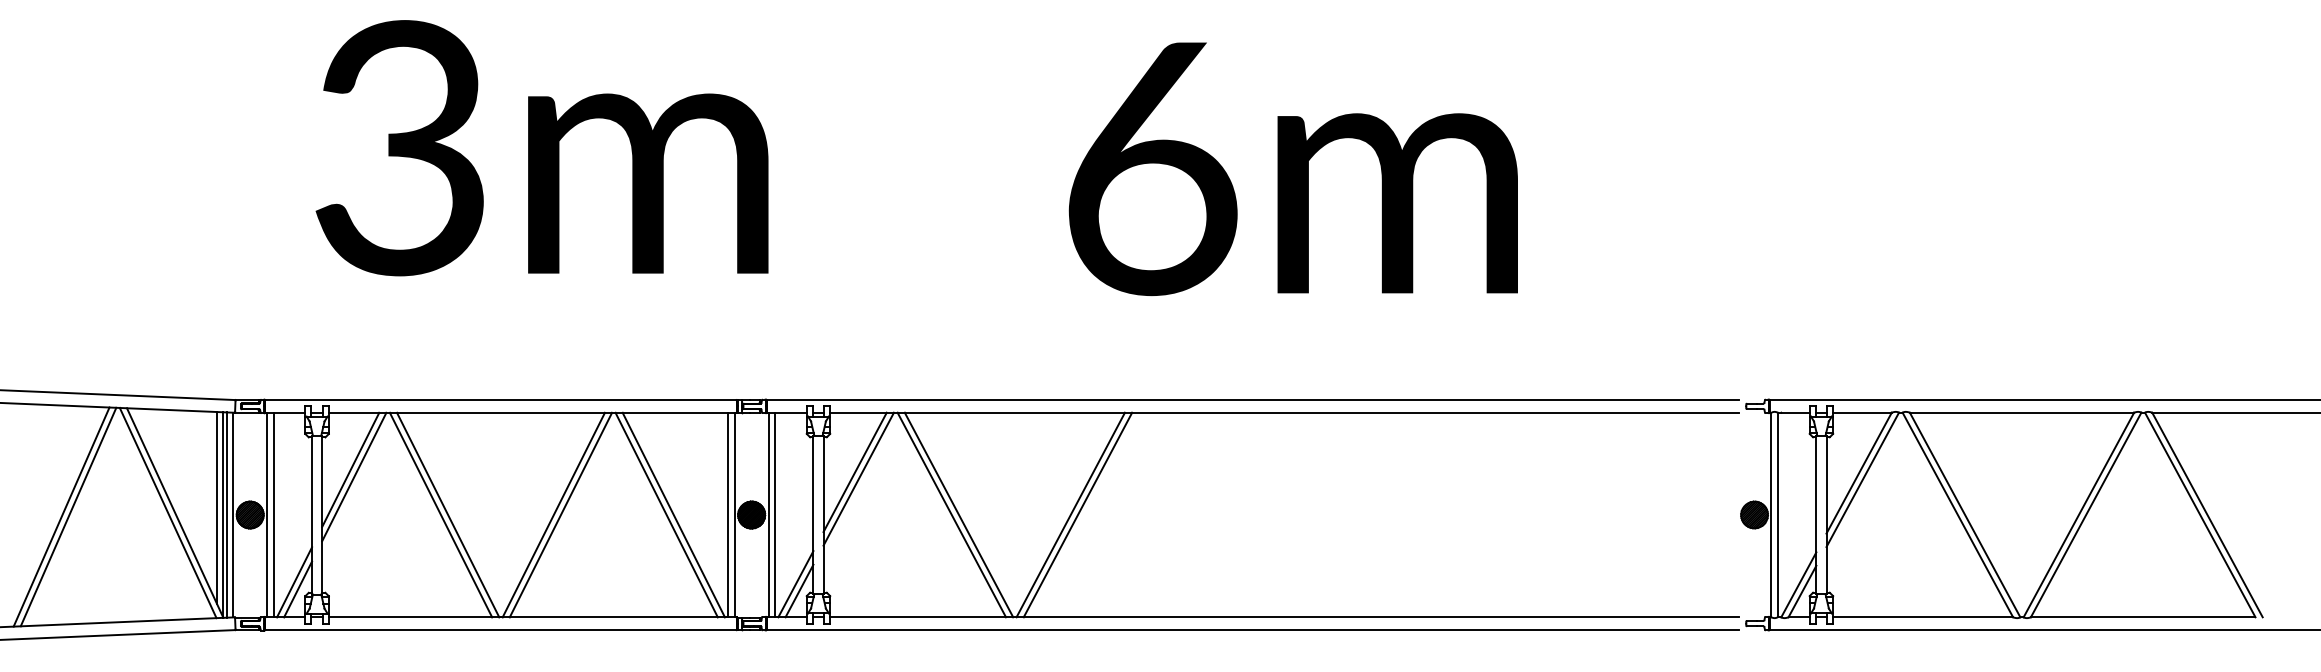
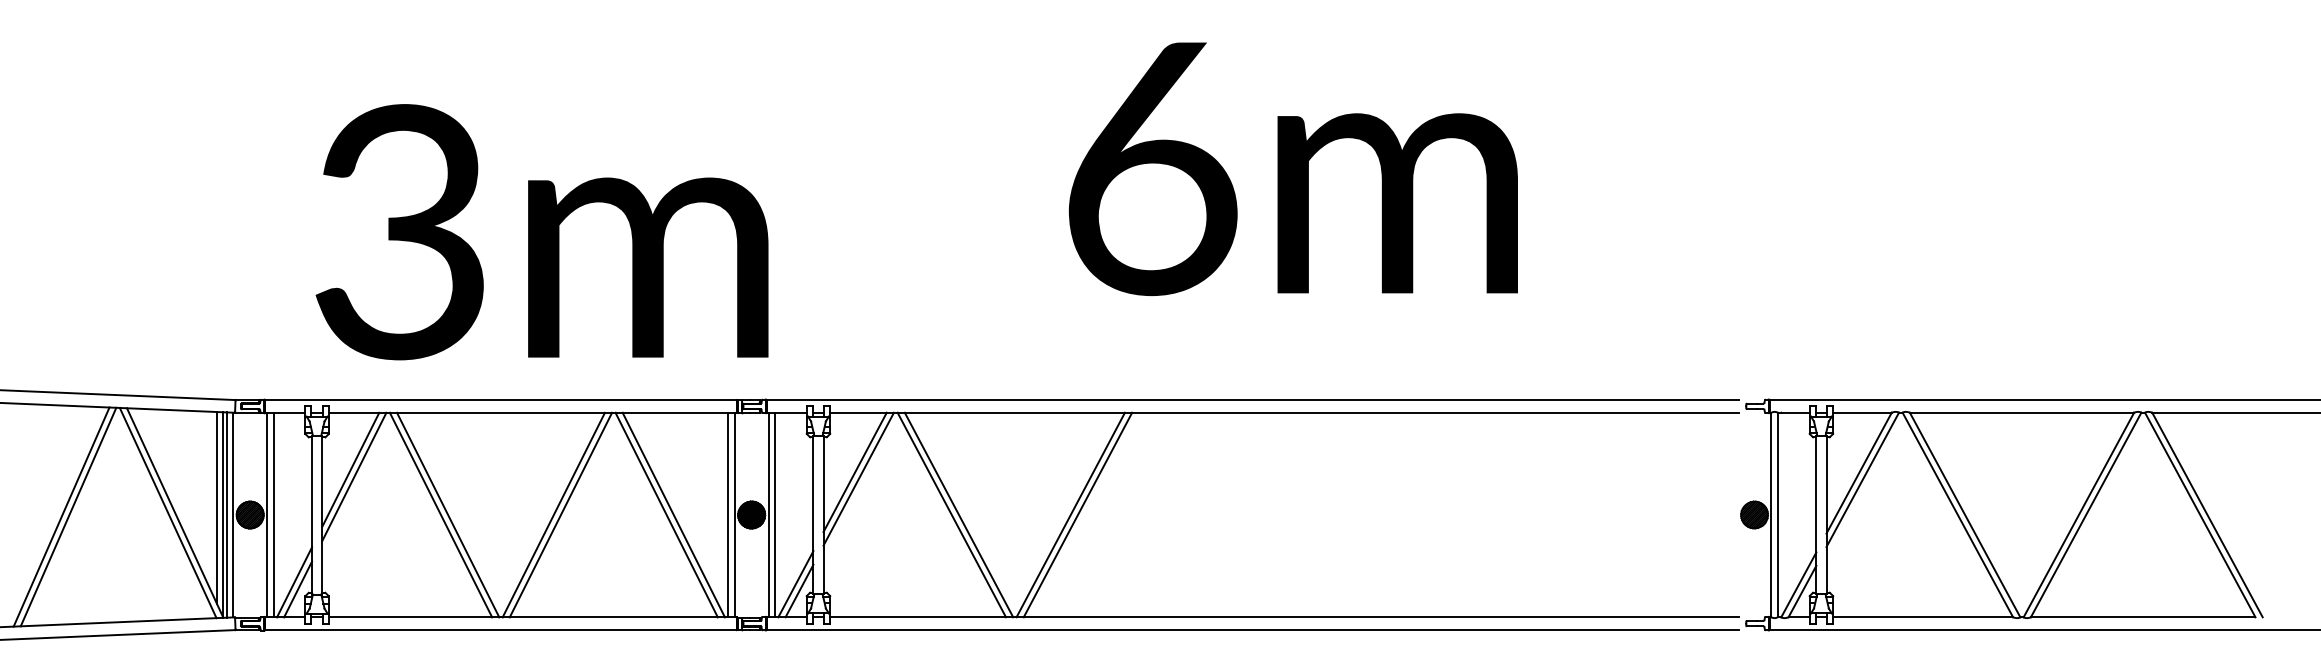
text at (541, 148) position: (541, 148) -> (541, 232)
